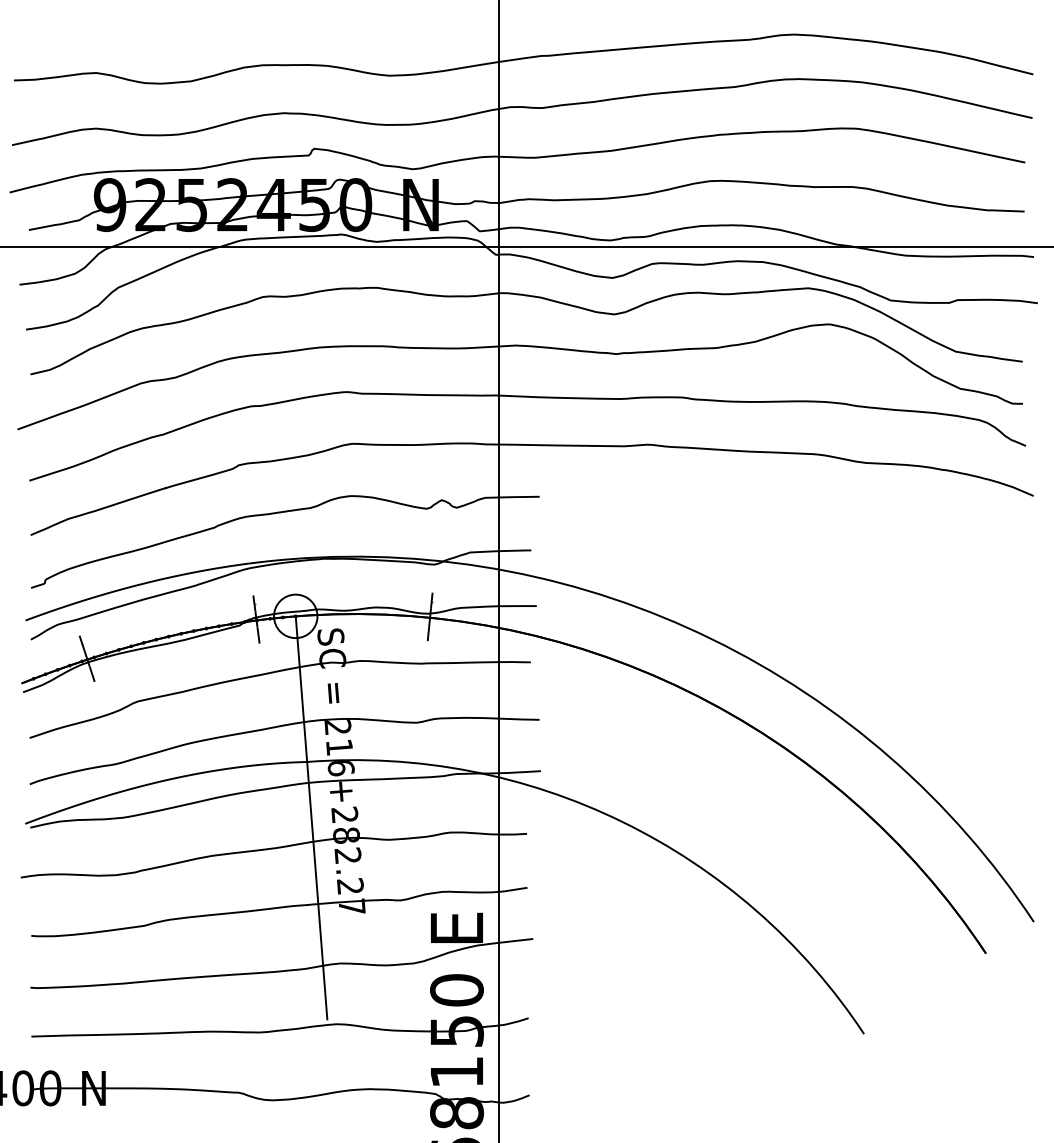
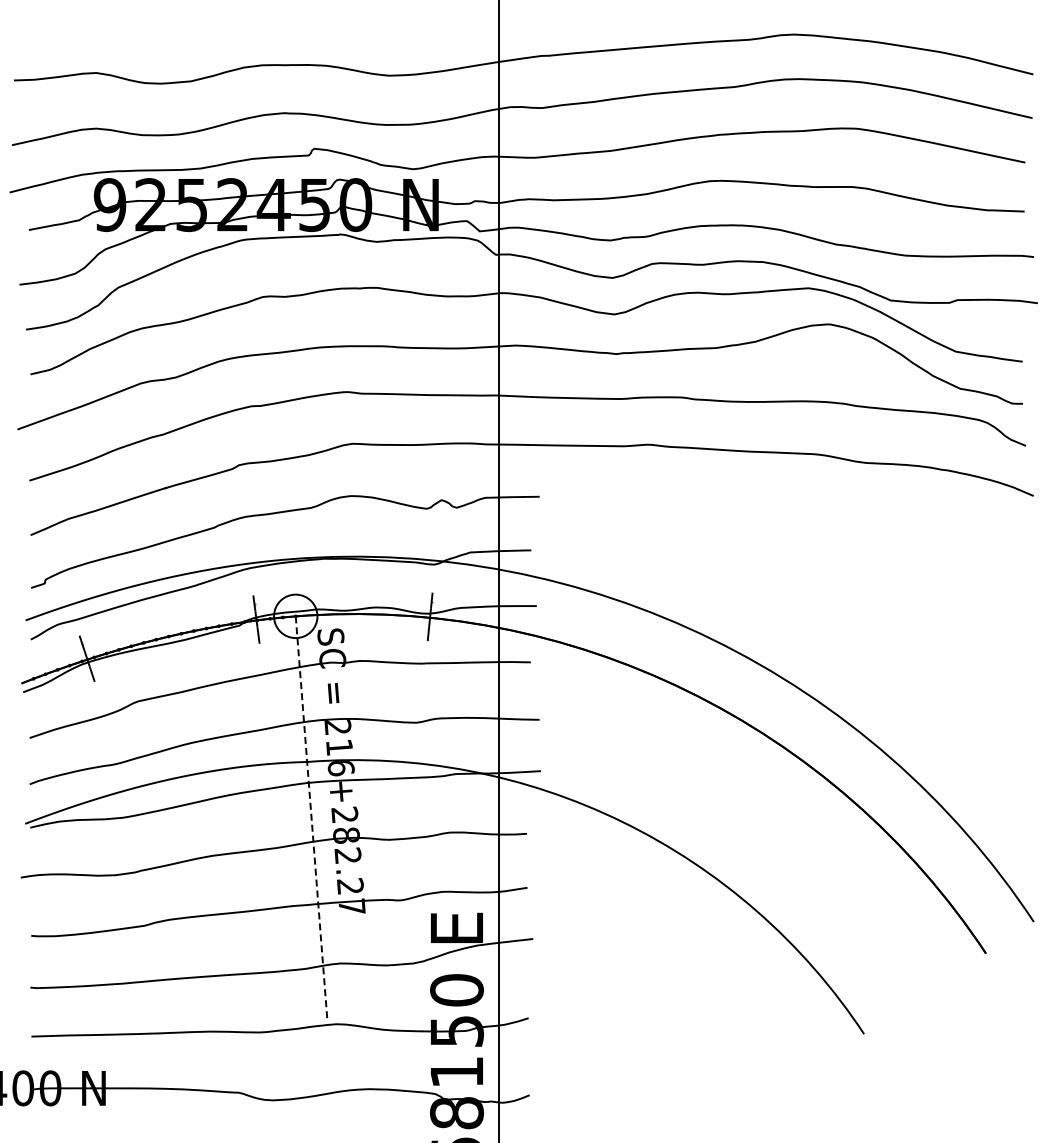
line at (526, 246): present -> none
line at (311, 818): solid -> dashed
